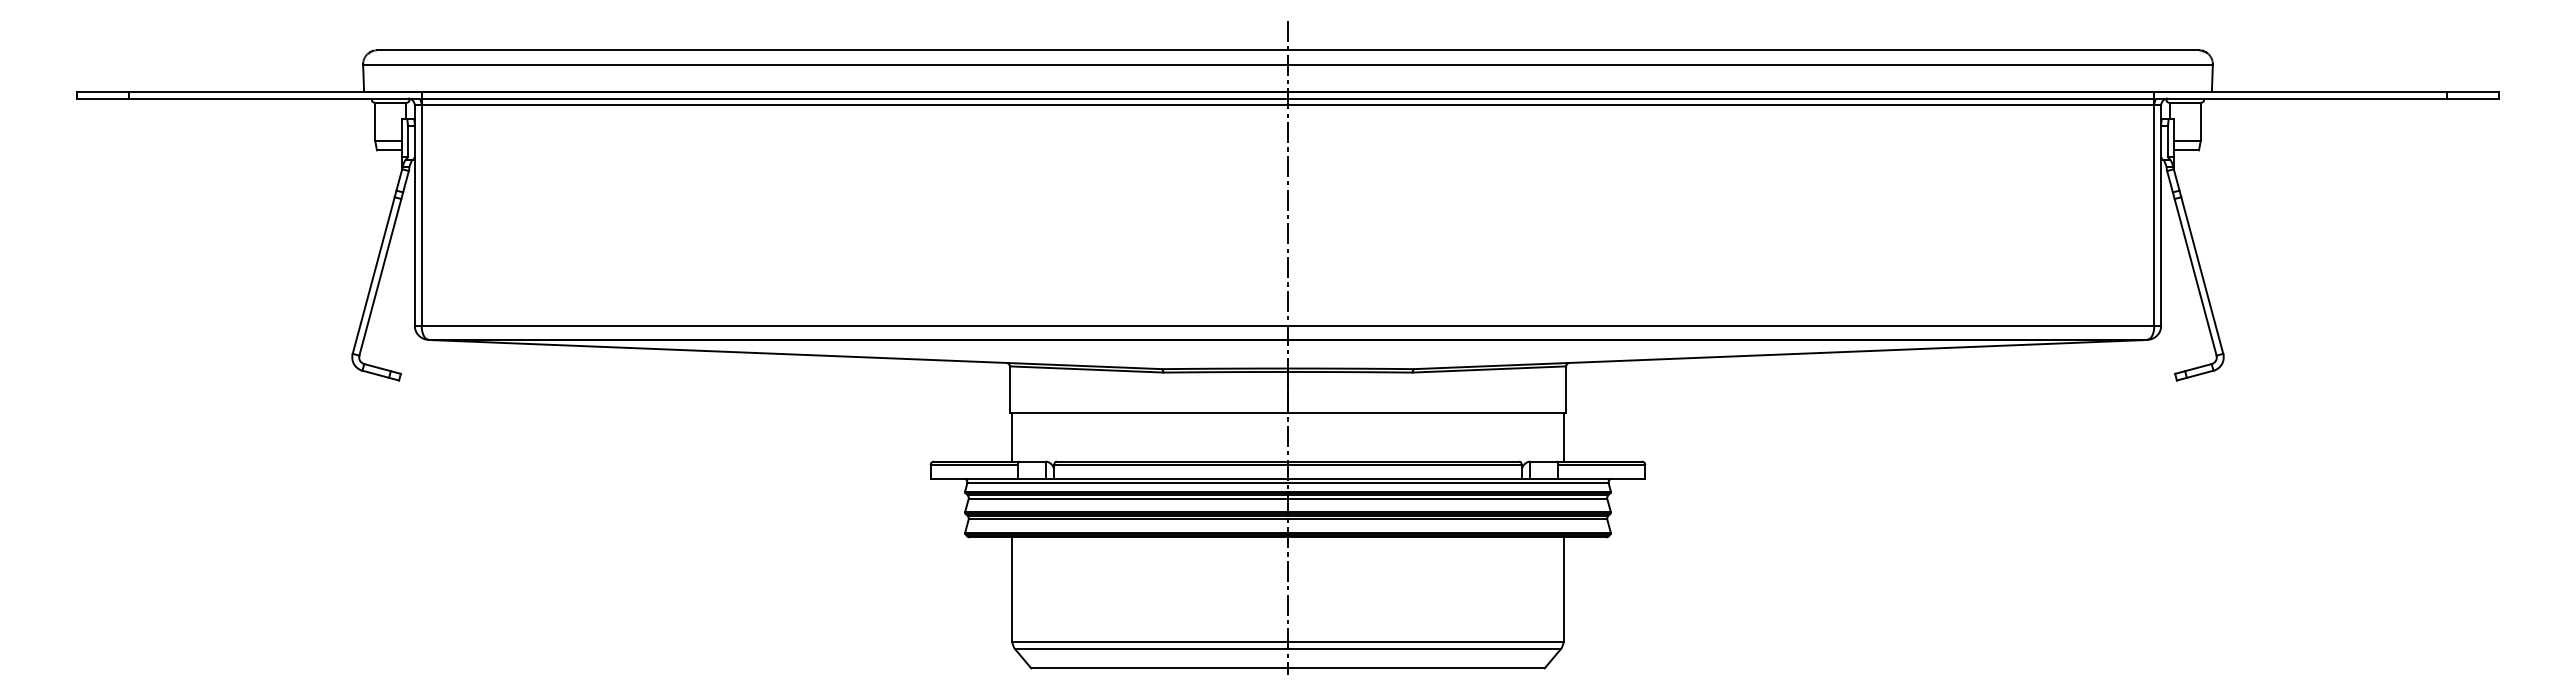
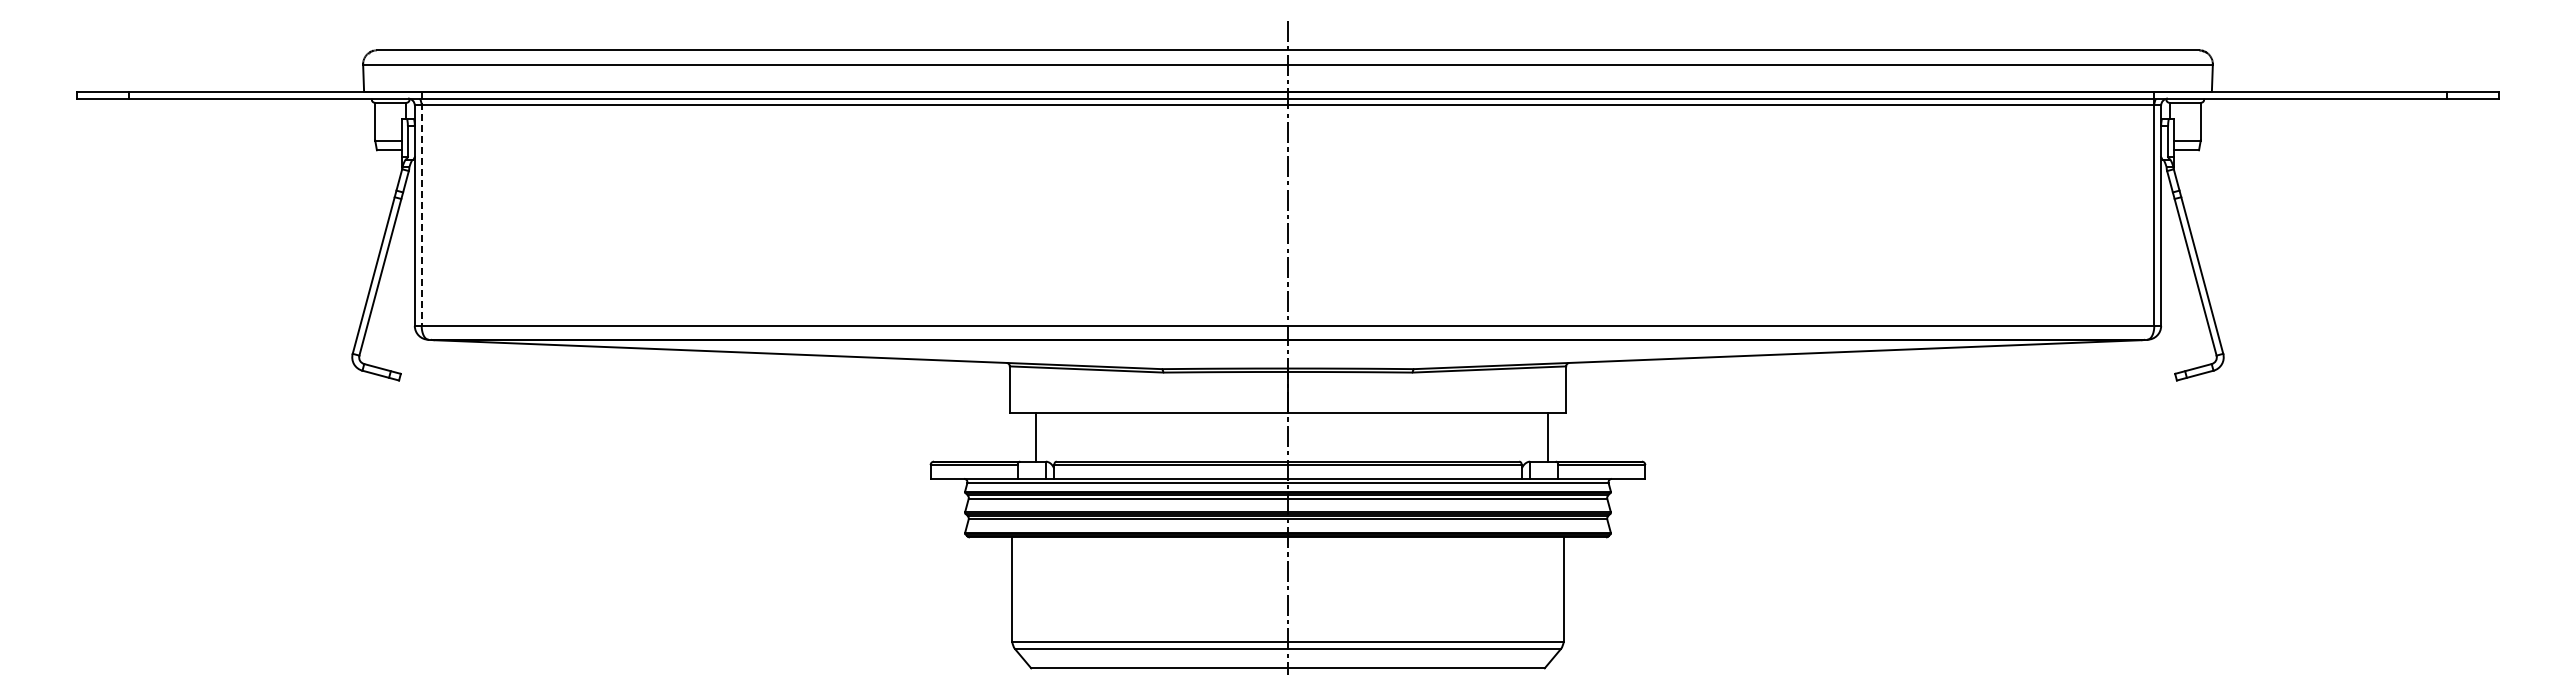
line at (421, 209): solid -> dashed
line at (1012, 437) position: (1012, 437) -> (1036, 437)
line at (1563, 437) position: (1563, 437) -> (1547, 437)
